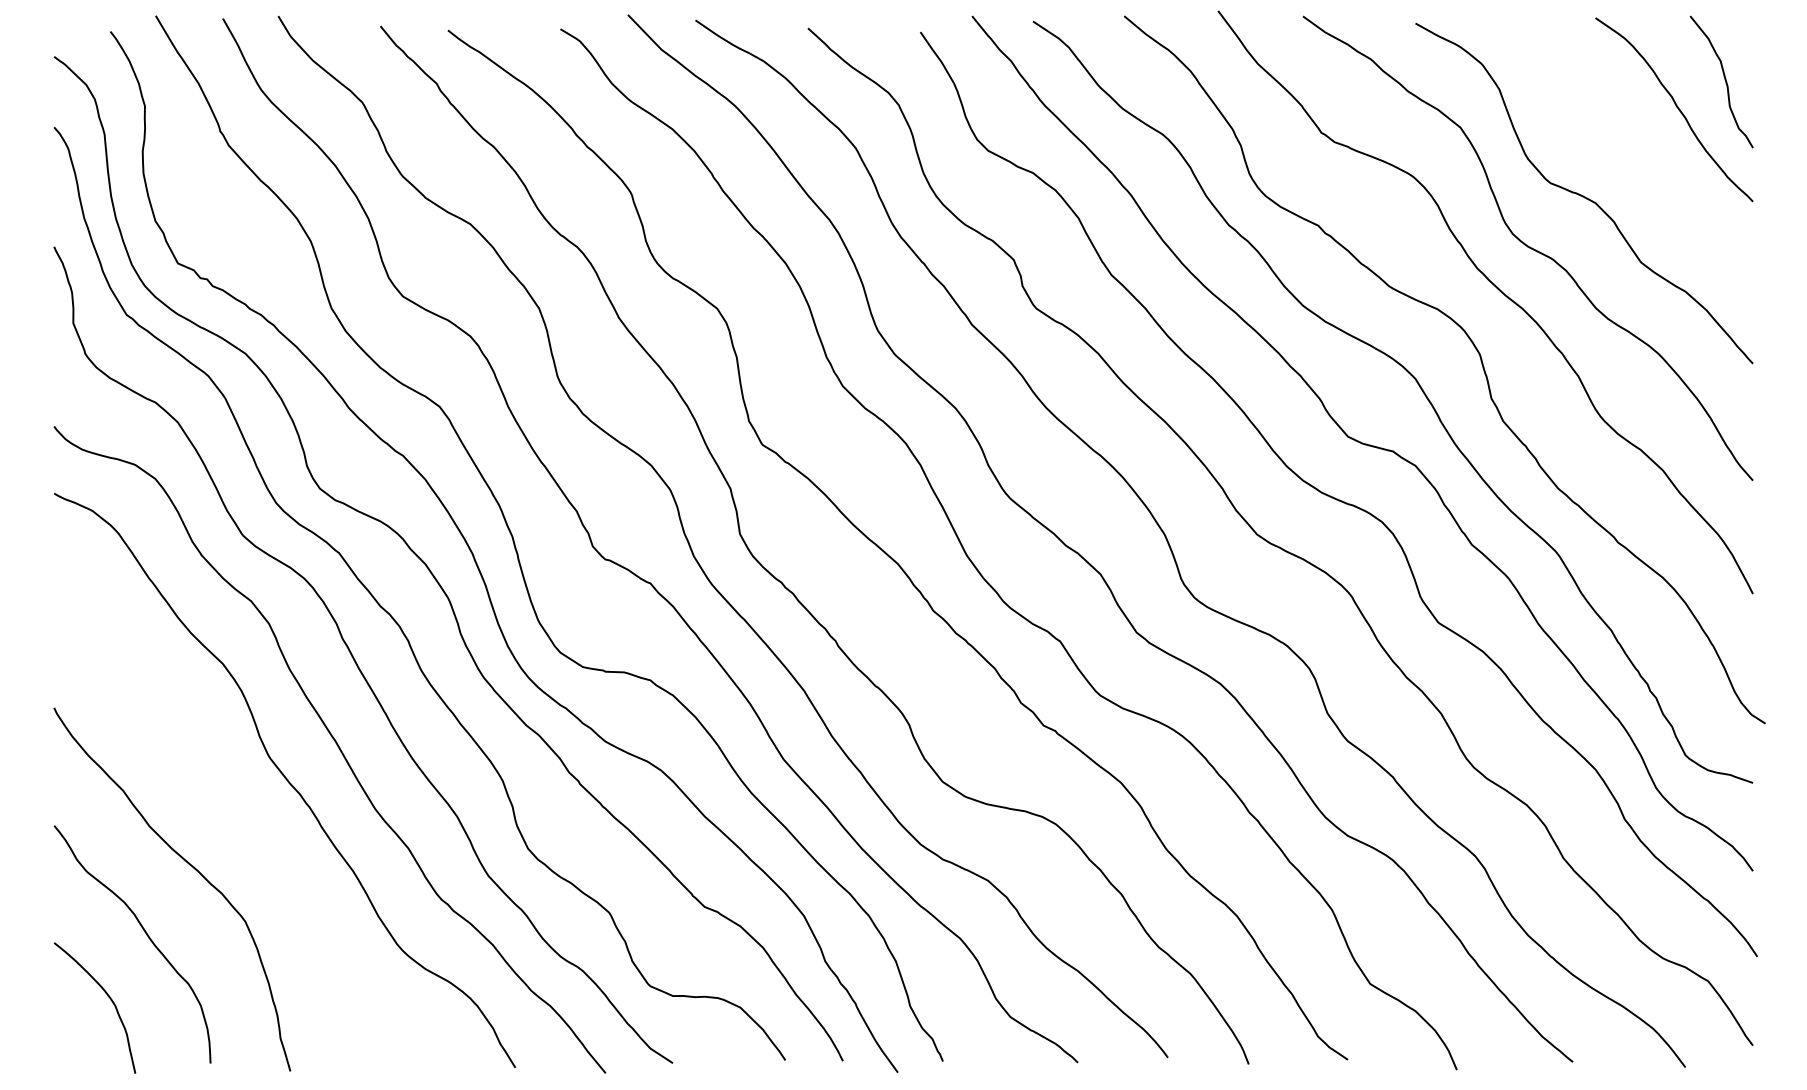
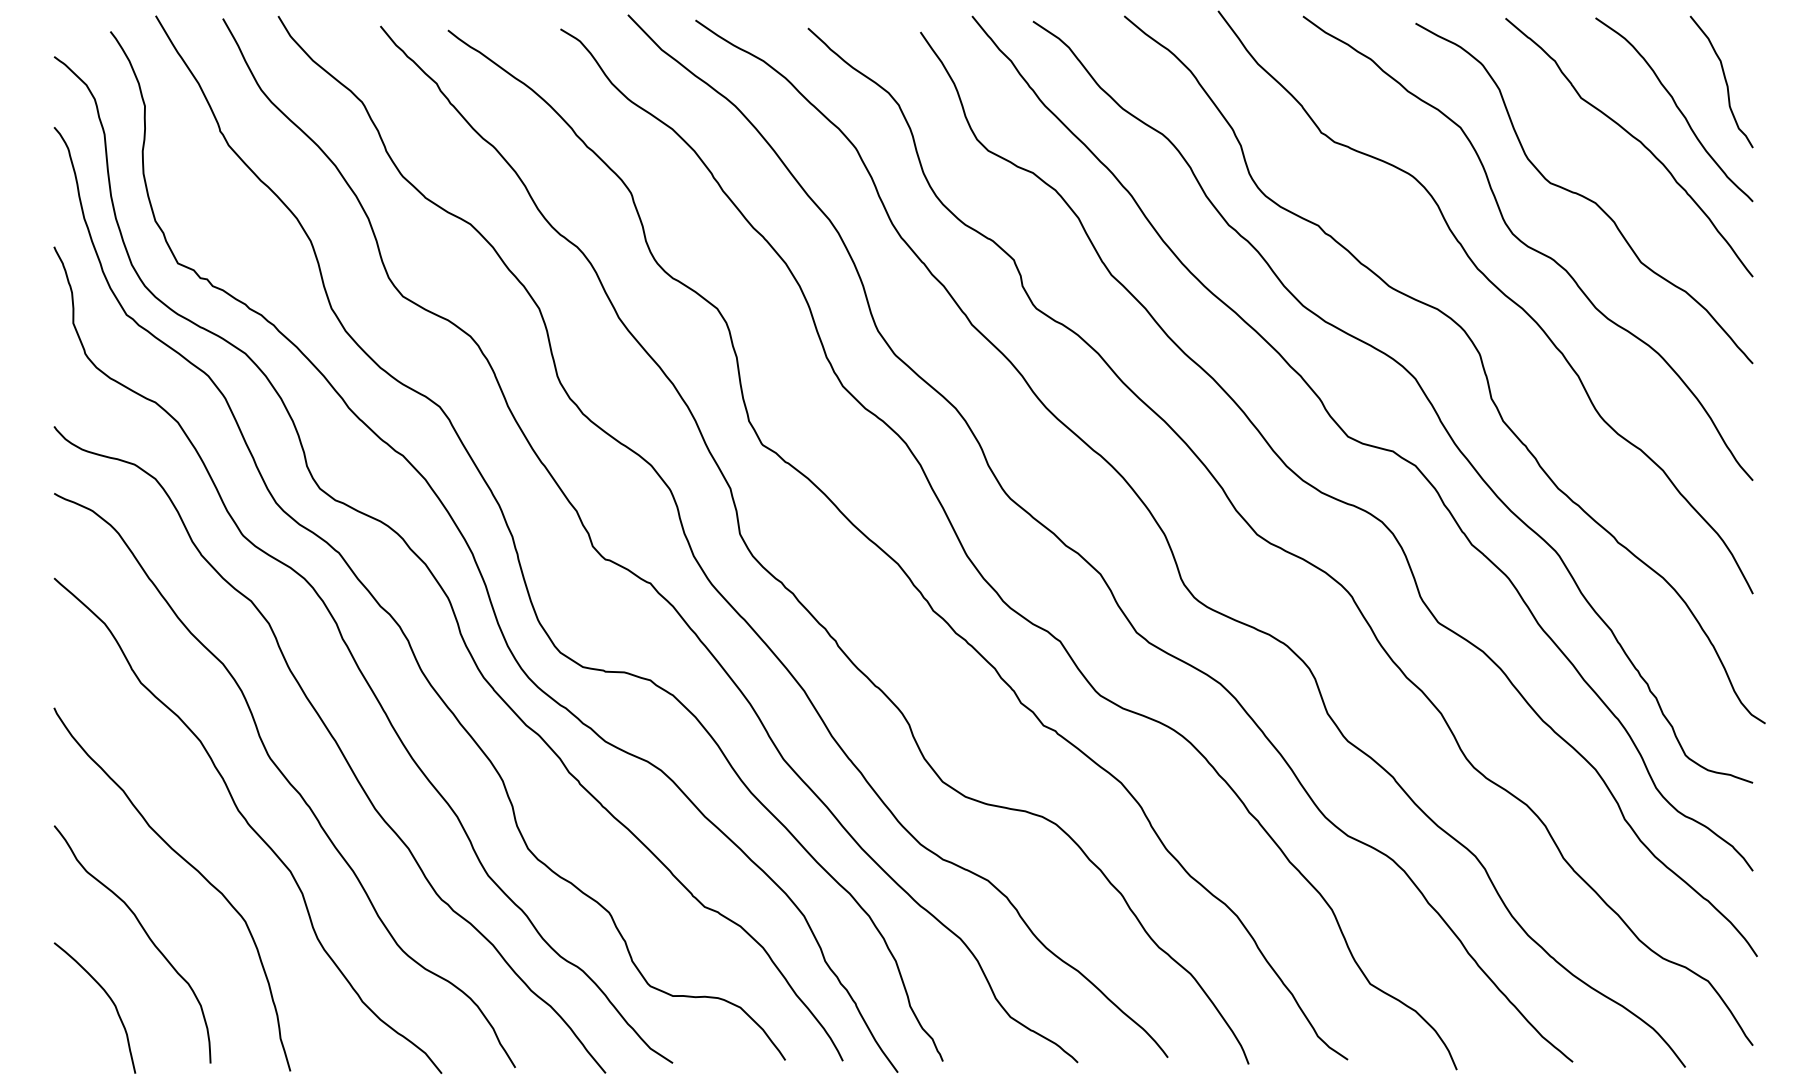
curve at (1633, 138): none -> present
curve at (247, 824): none -> present
